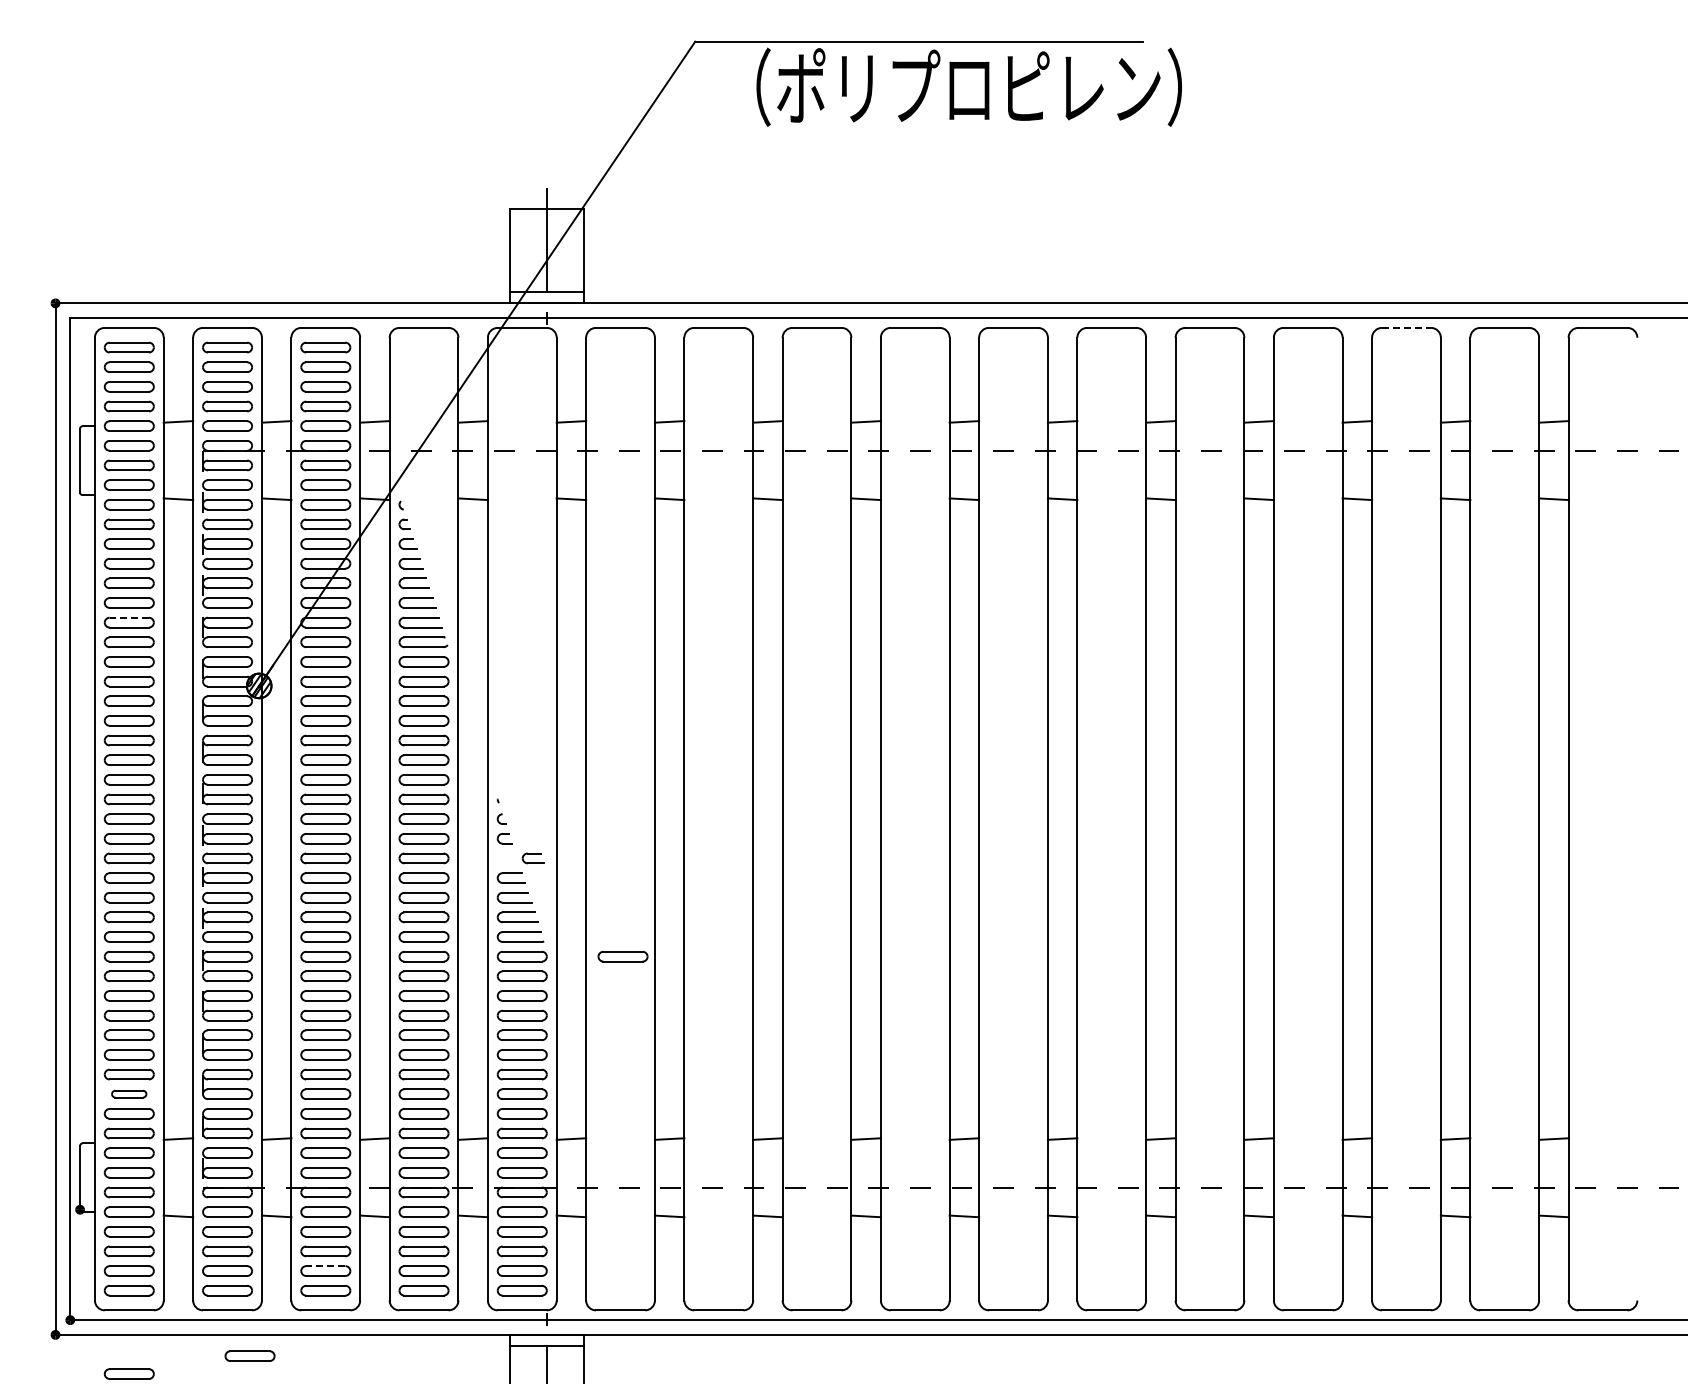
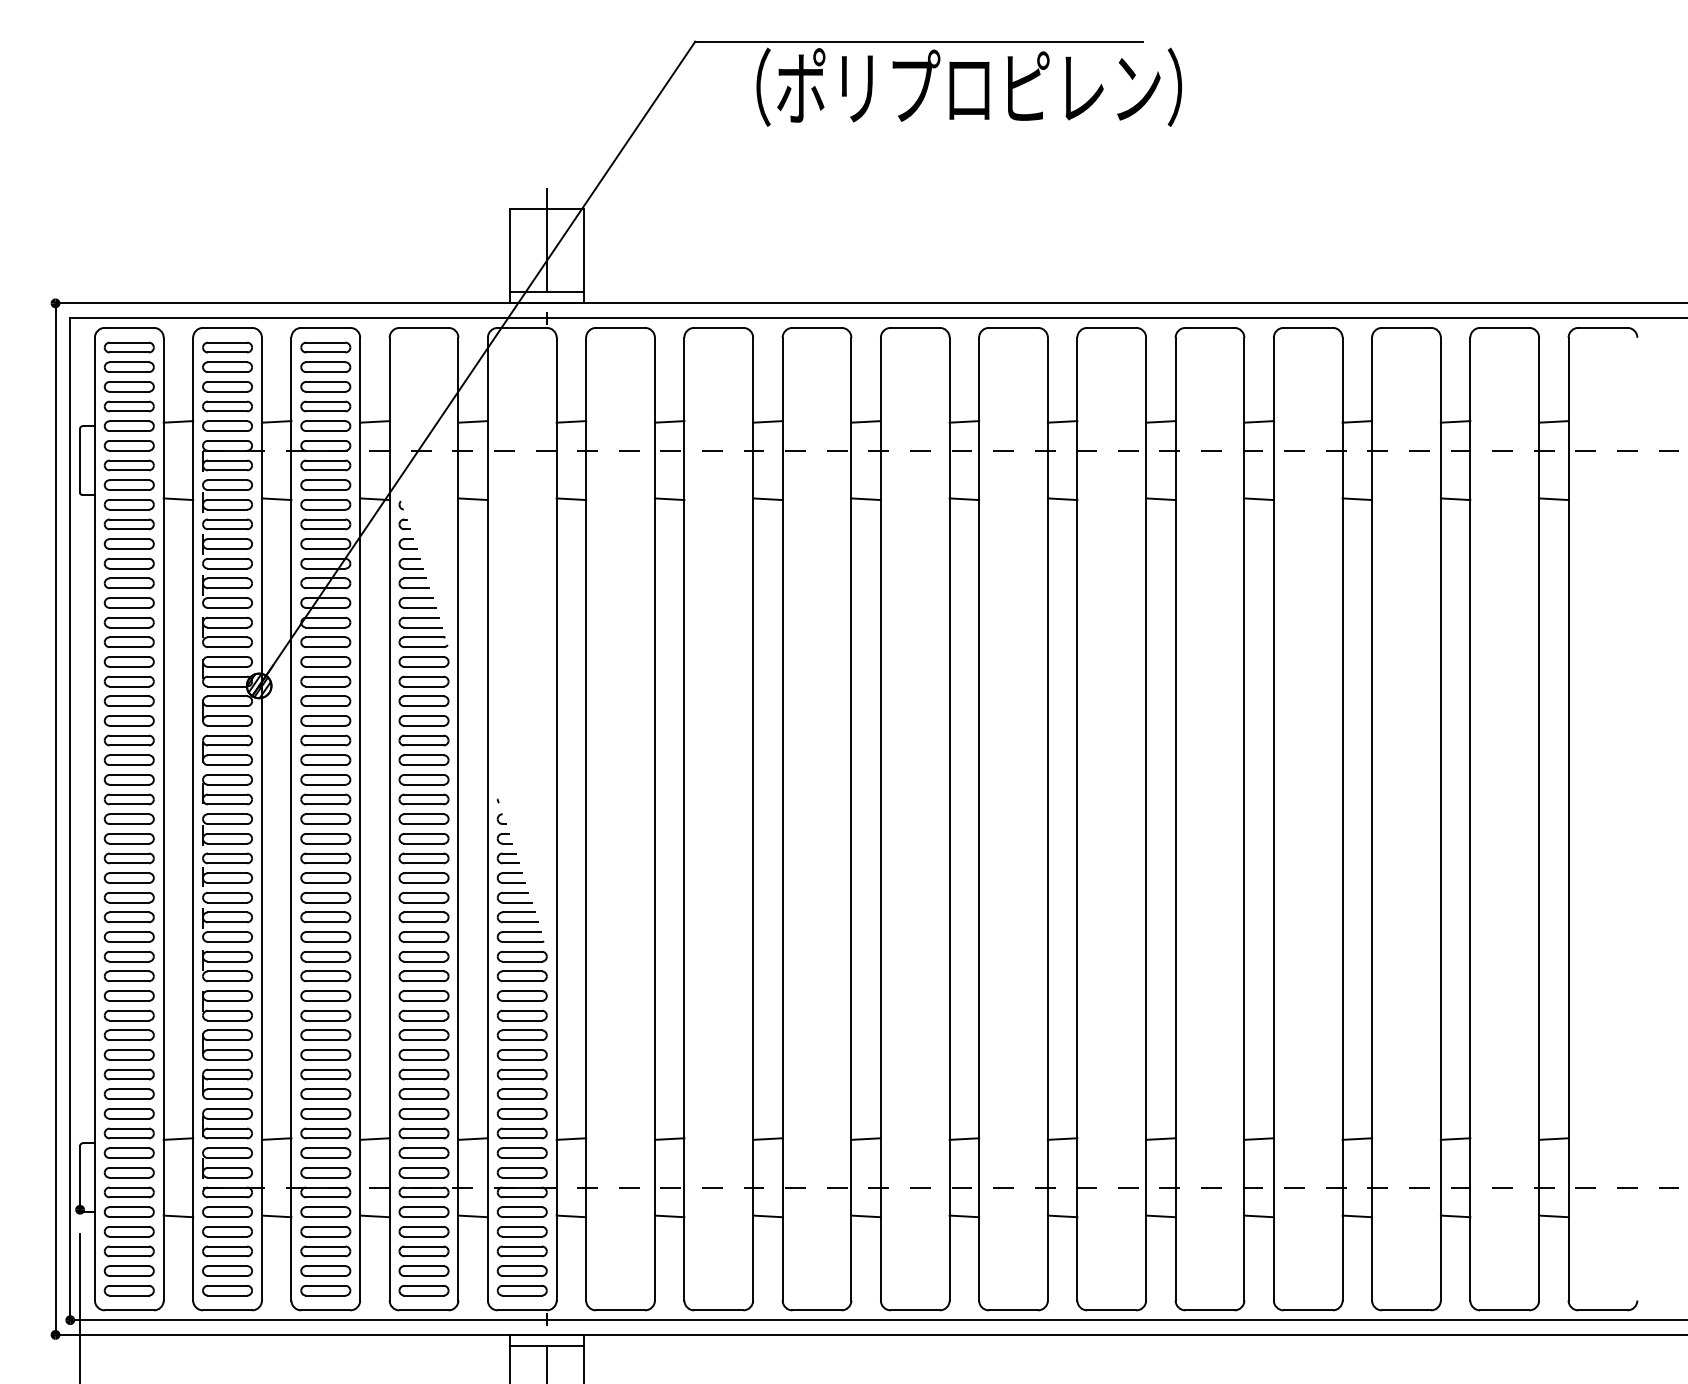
line at (1406, 327): dashed -> solid
line at (129, 617): dashed -> solid
part at (532, 858) position: (532, 858) -> (507, 858)
part at (622, 956): present -> none
part at (129, 1093) size: 37x10 px -> 52x12 px
line at (325, 1266): dashed -> solid
line at (80, 1307): none -> present
part at (249, 1355): present -> none
part at (128, 1373): present -> none
